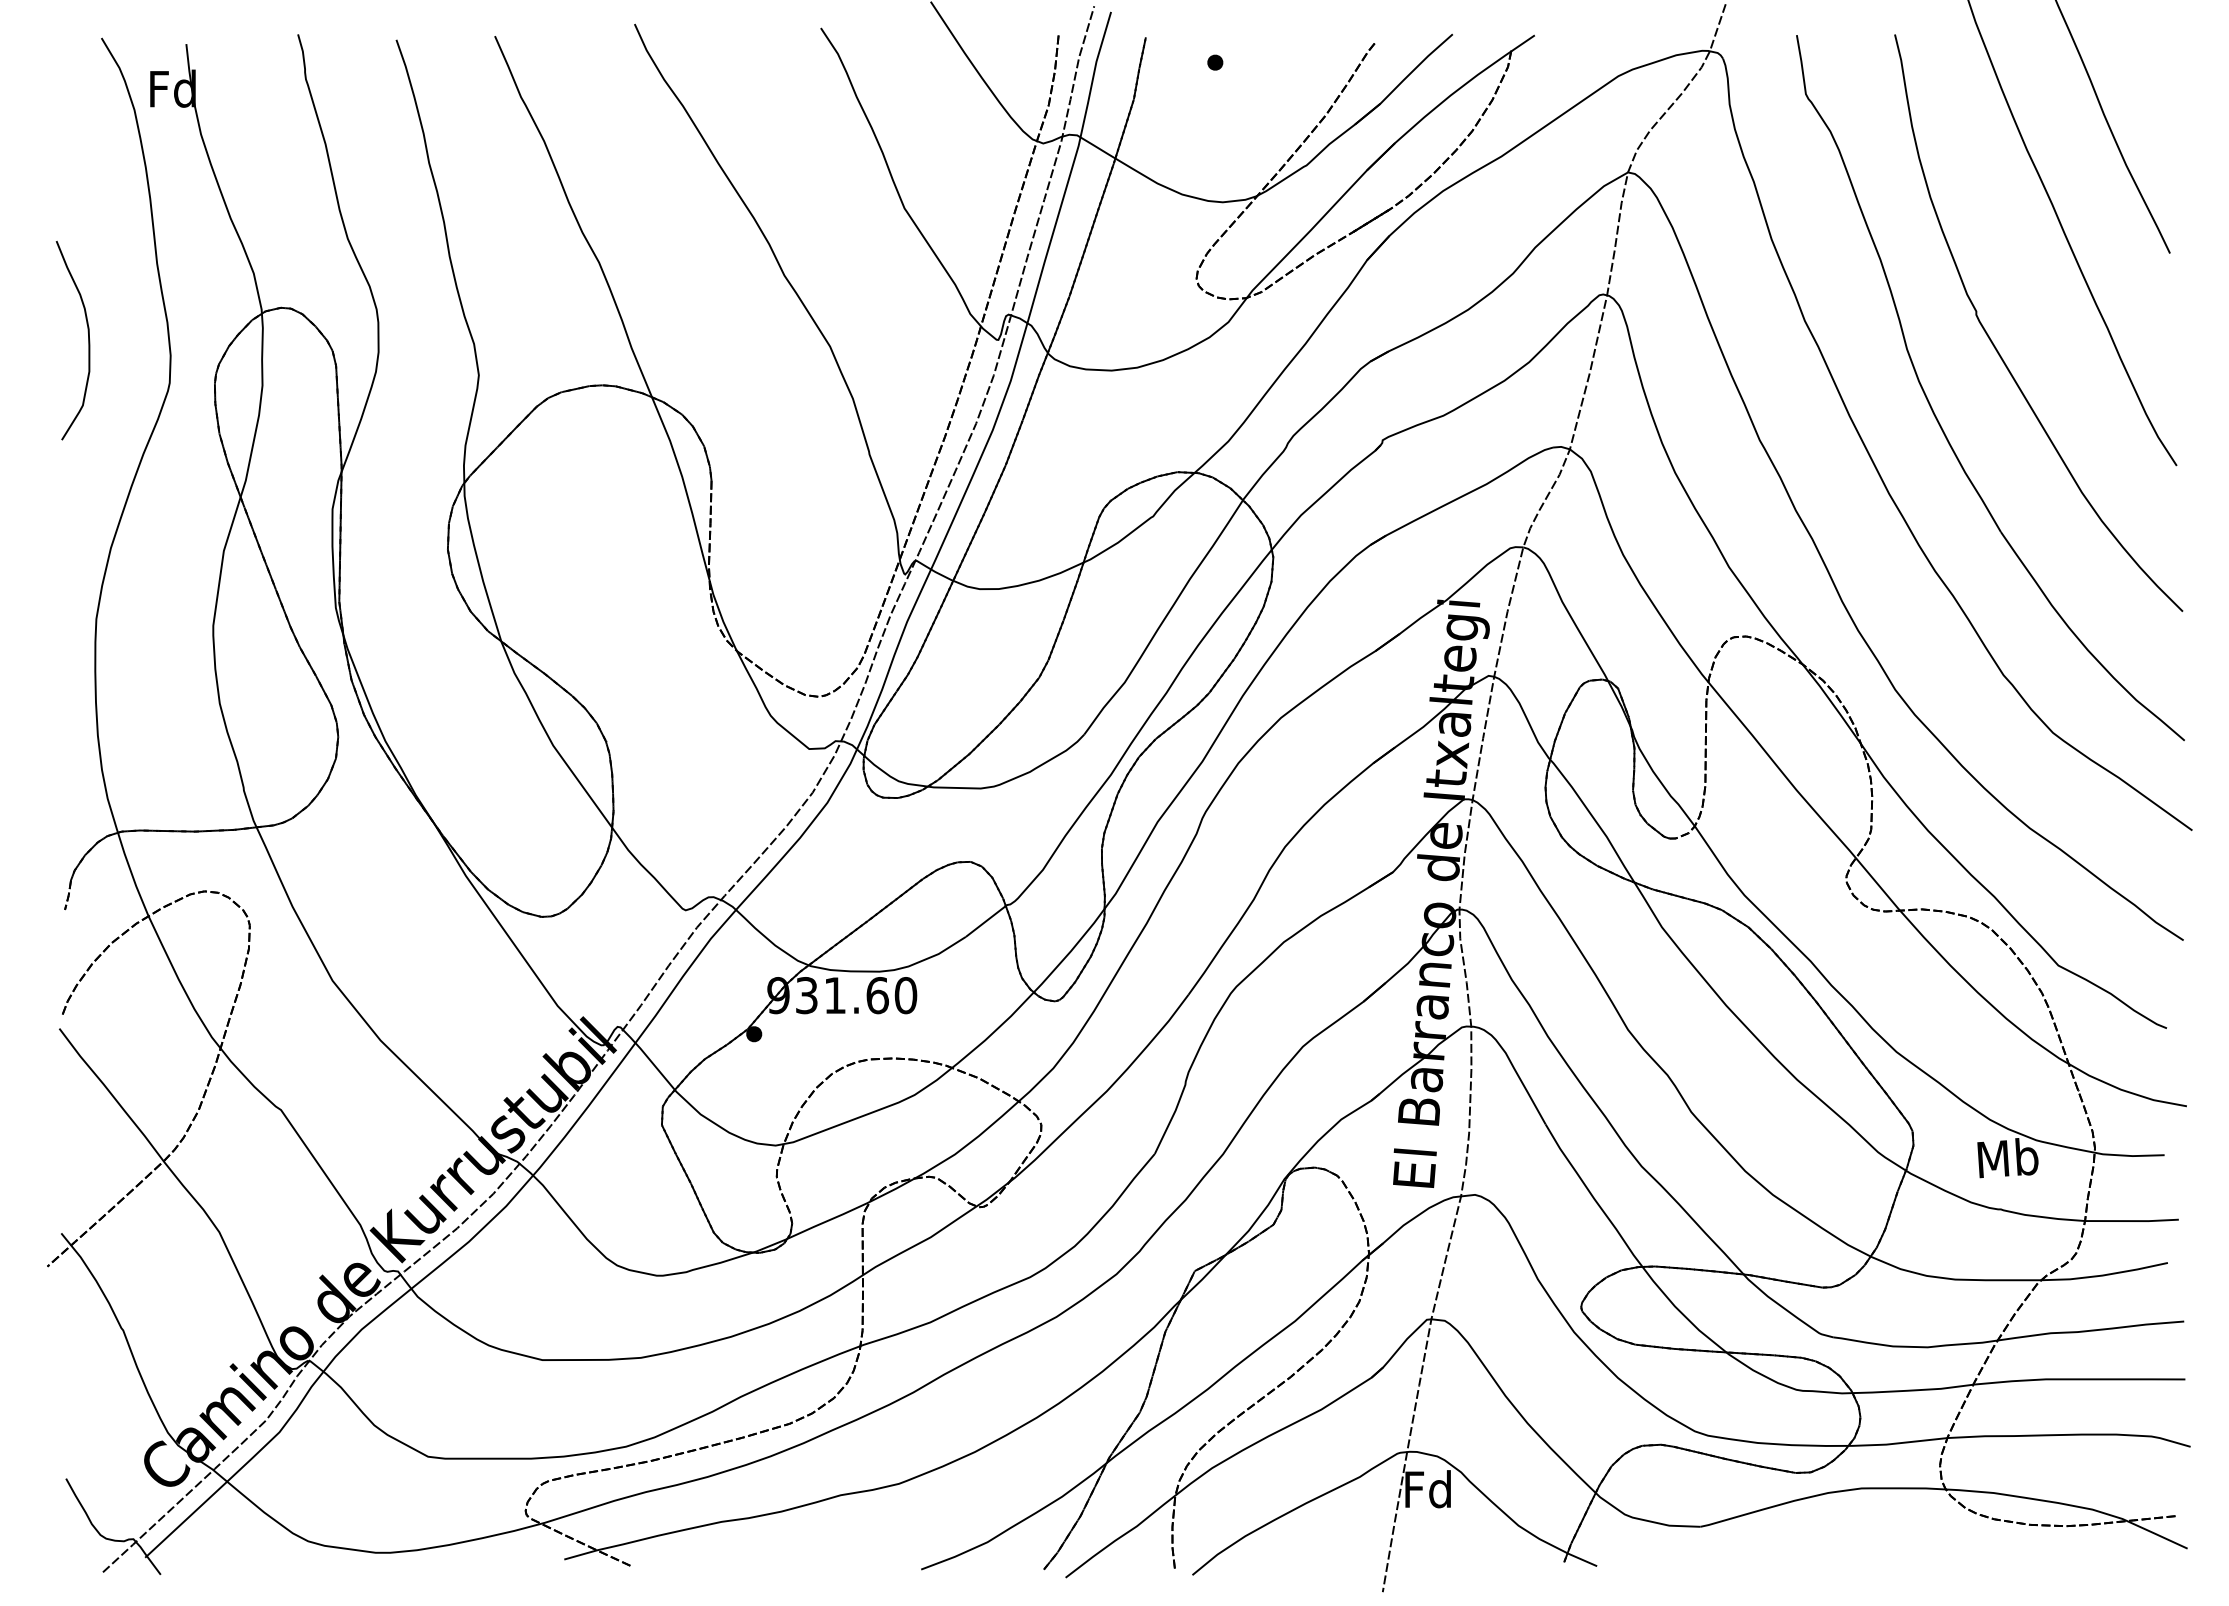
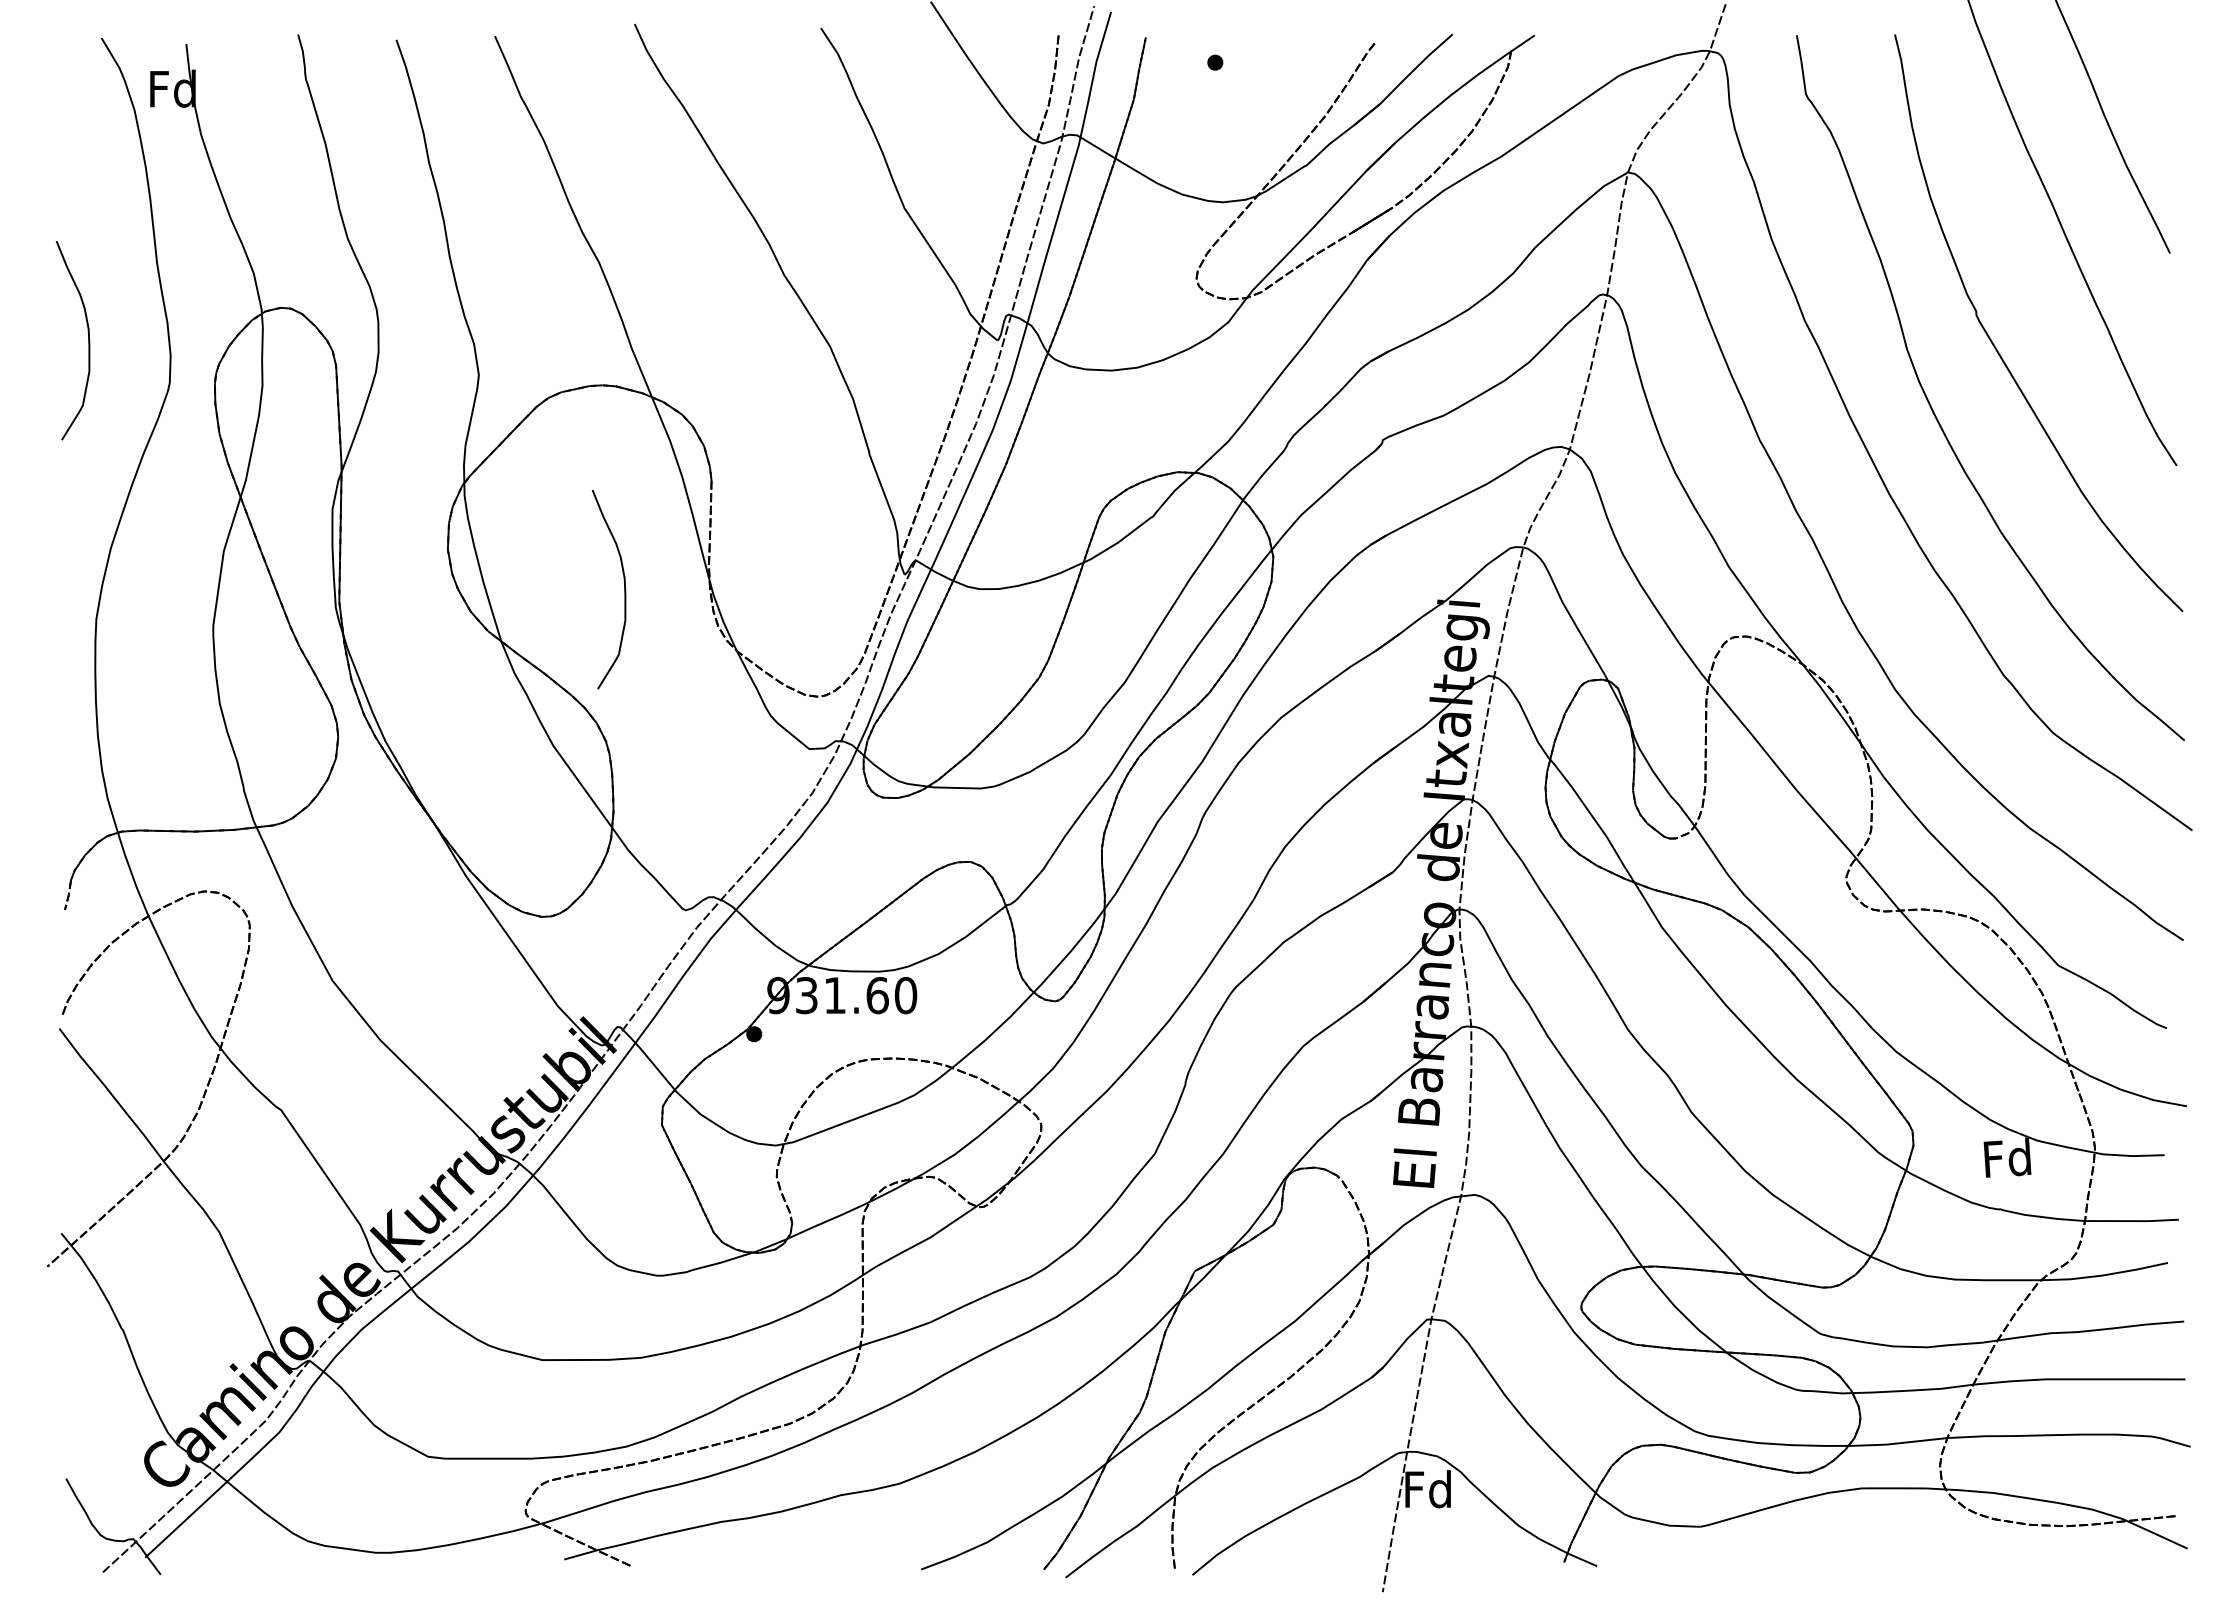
curve at (624, 589): none -> present
text at (2007, 1157): Mb -> Fd
